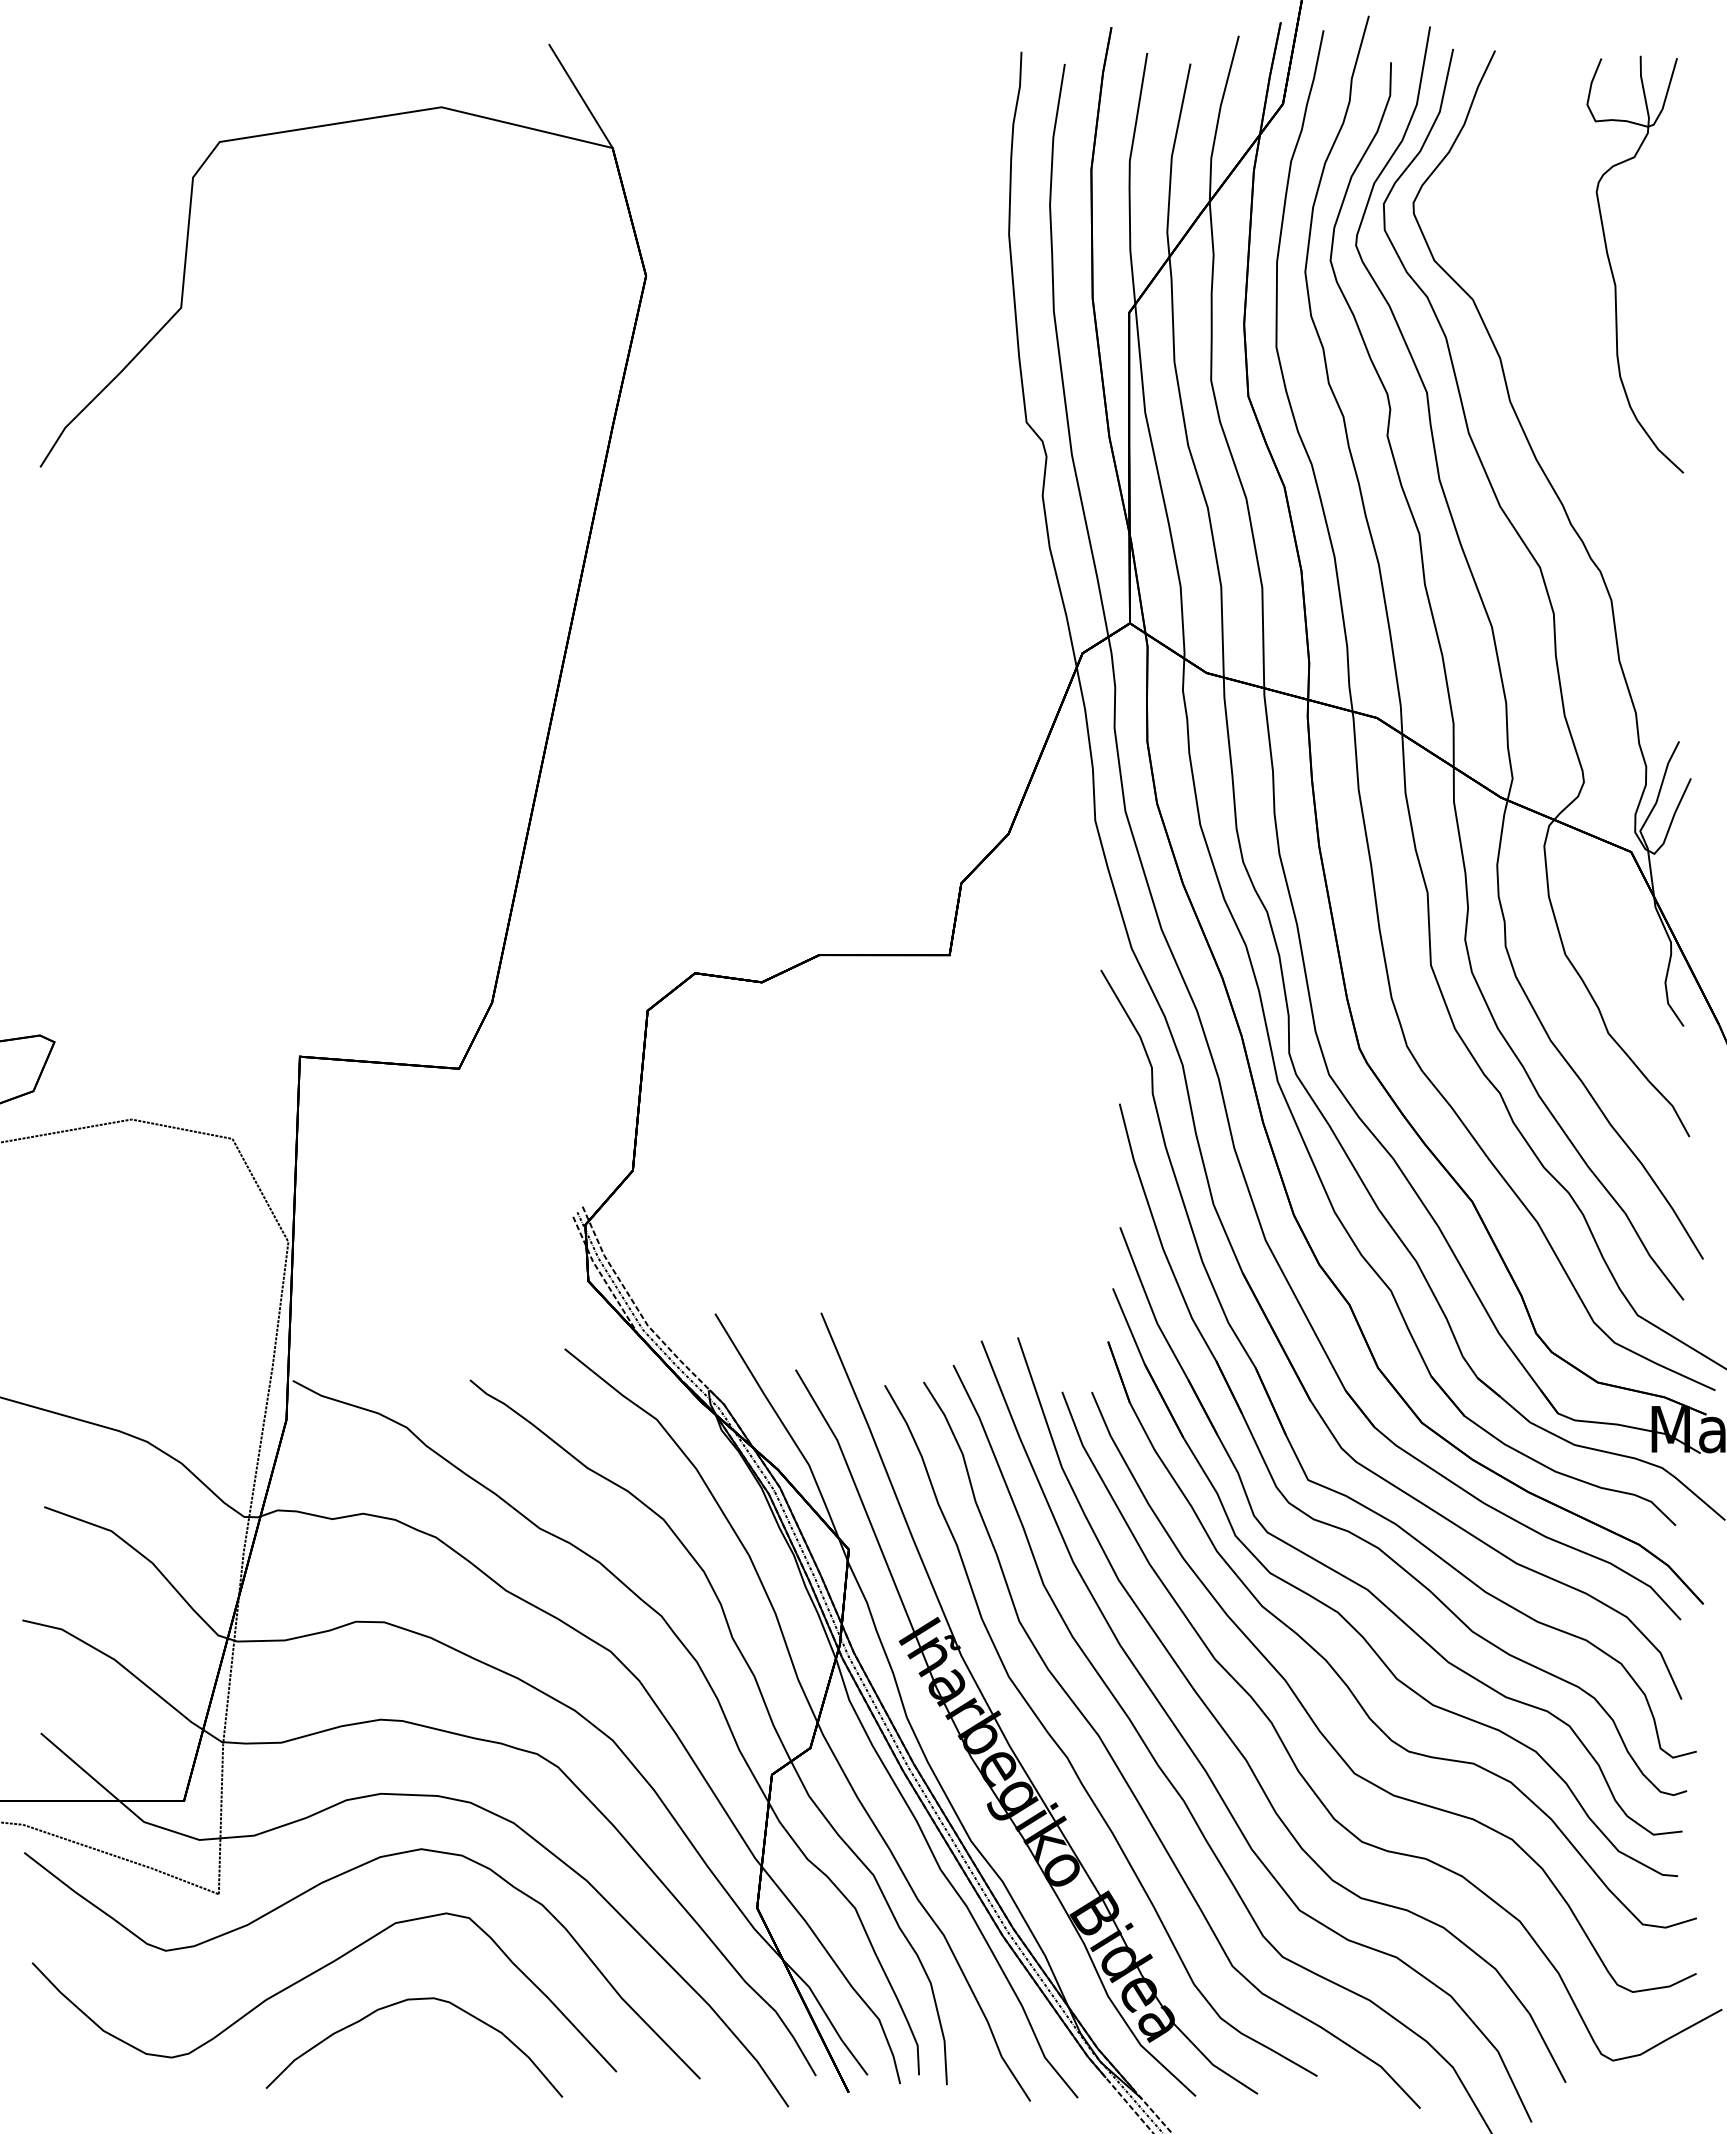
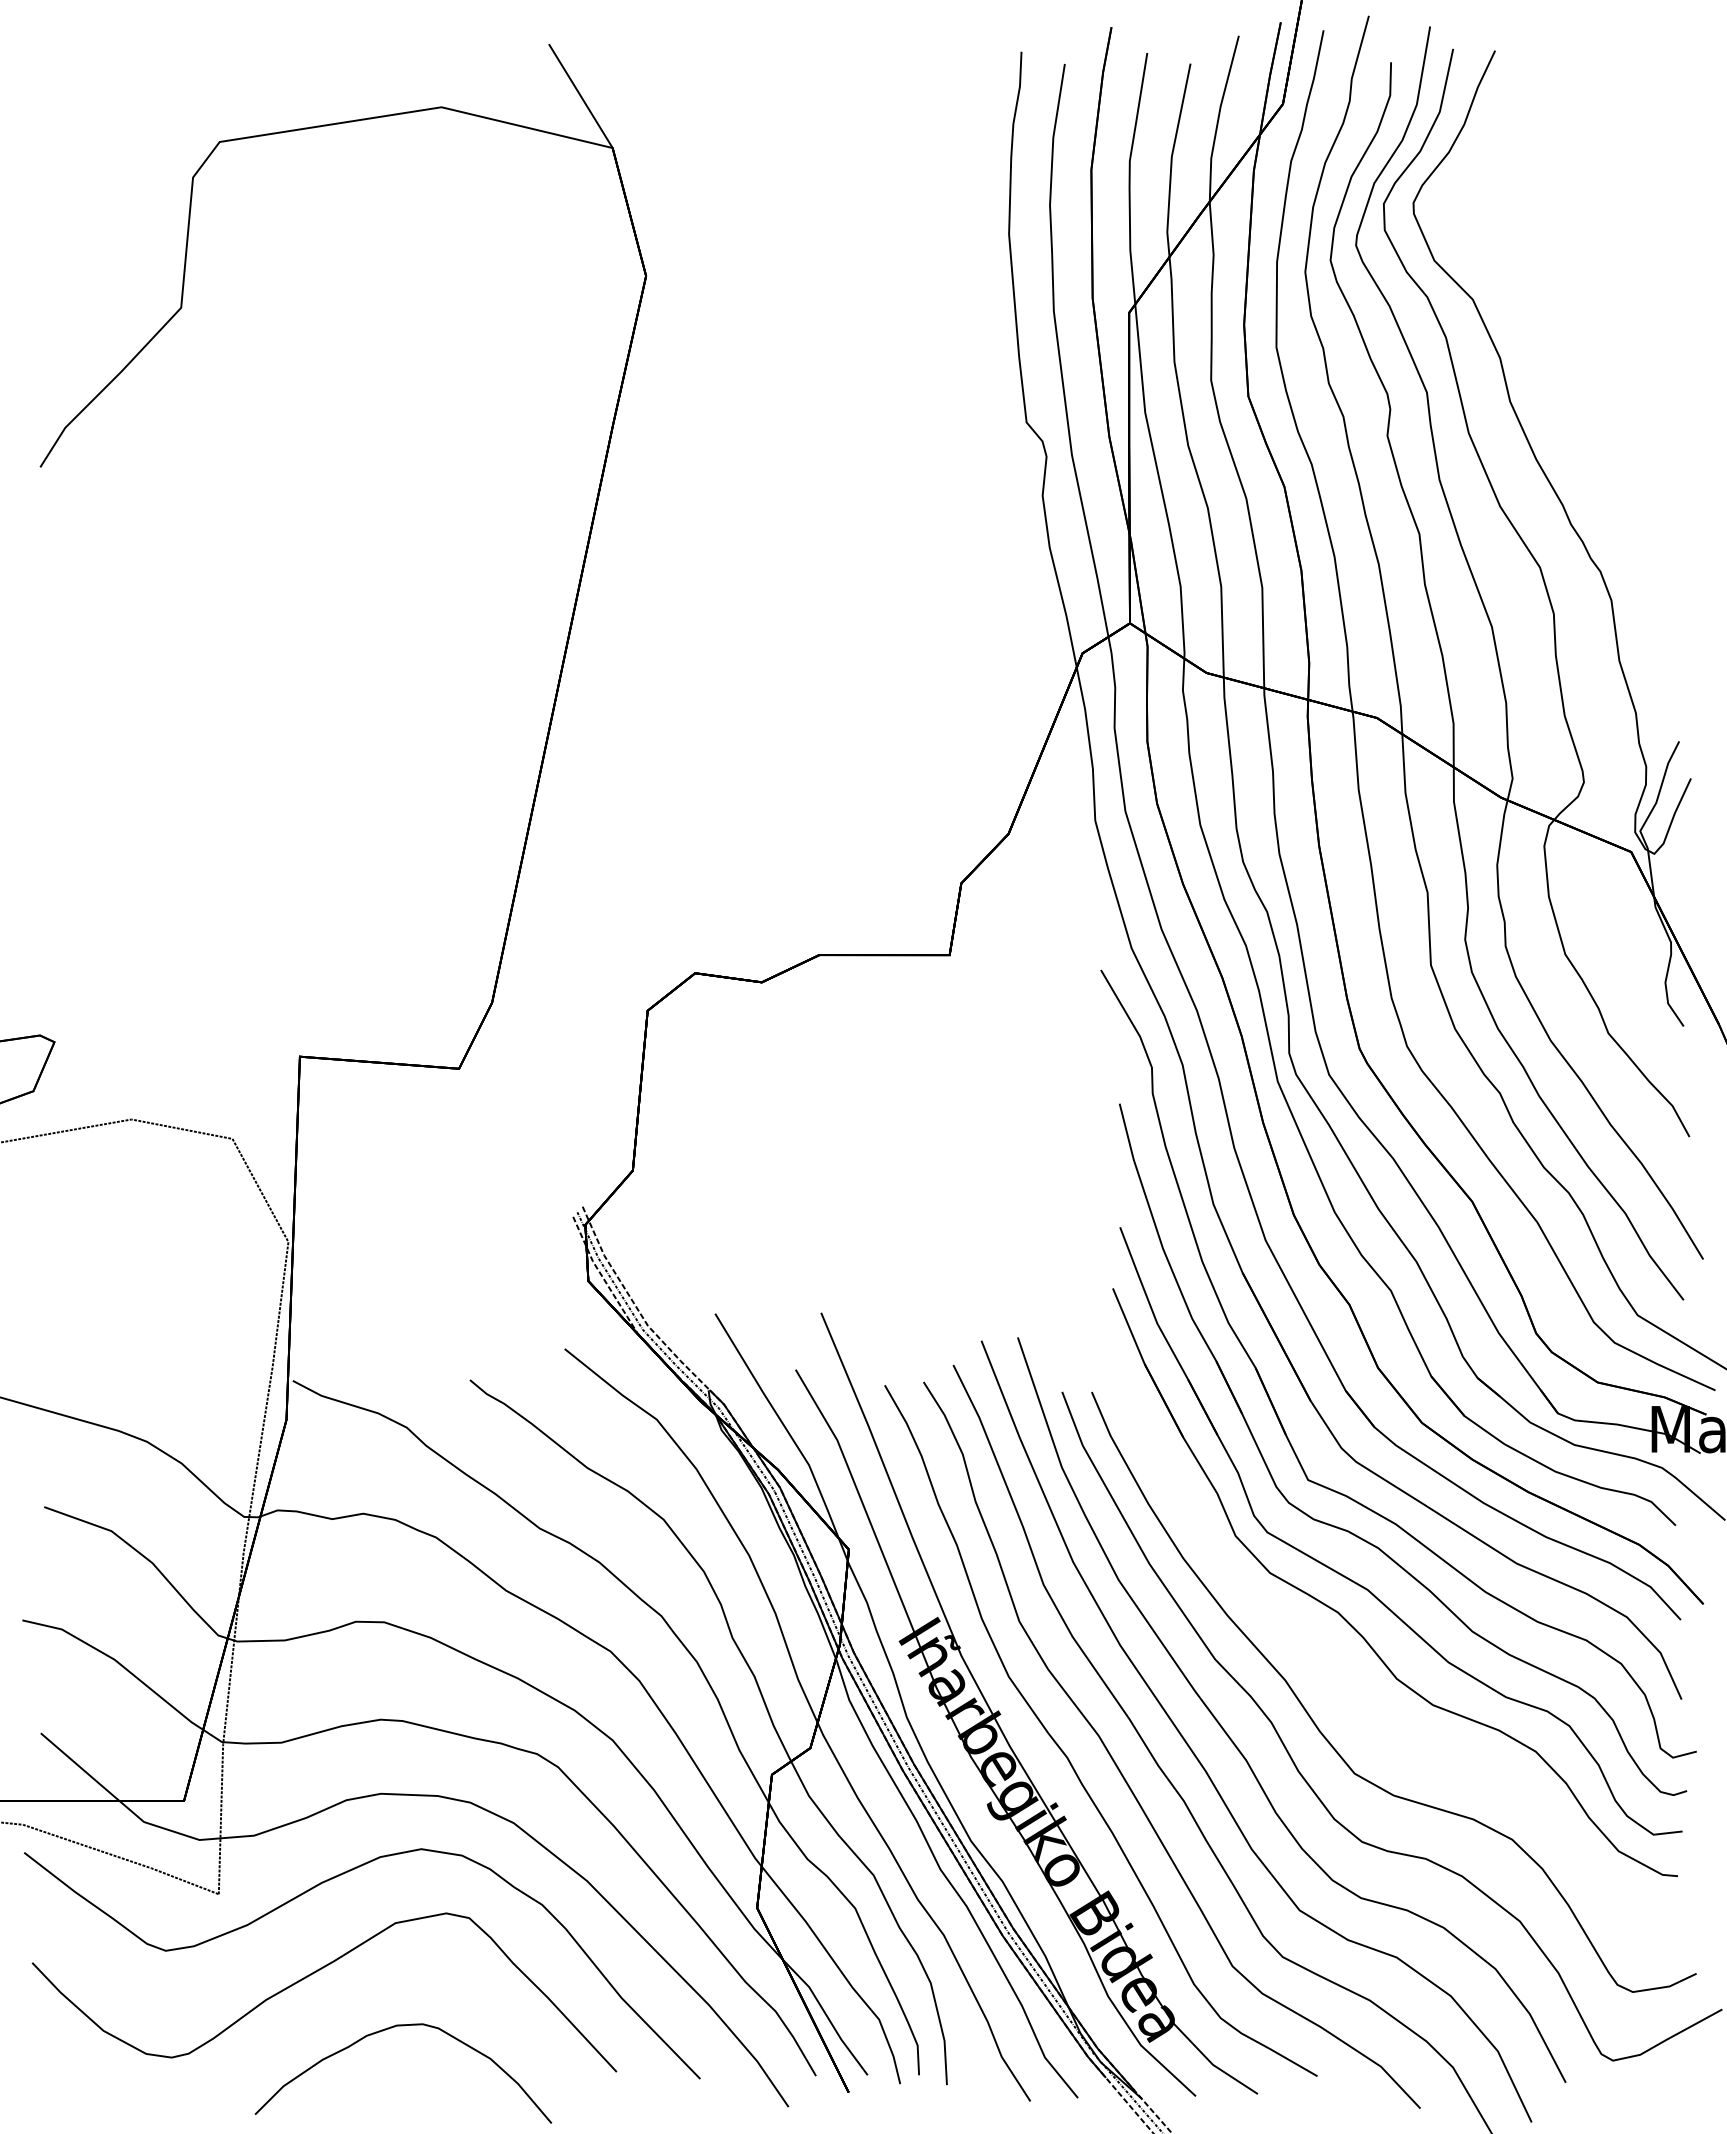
part at (1612, 269): present -> none
part at (1347, 1684): present -> none
curve at (399, 2003) position: (399, 2003) -> (388, 2029)
